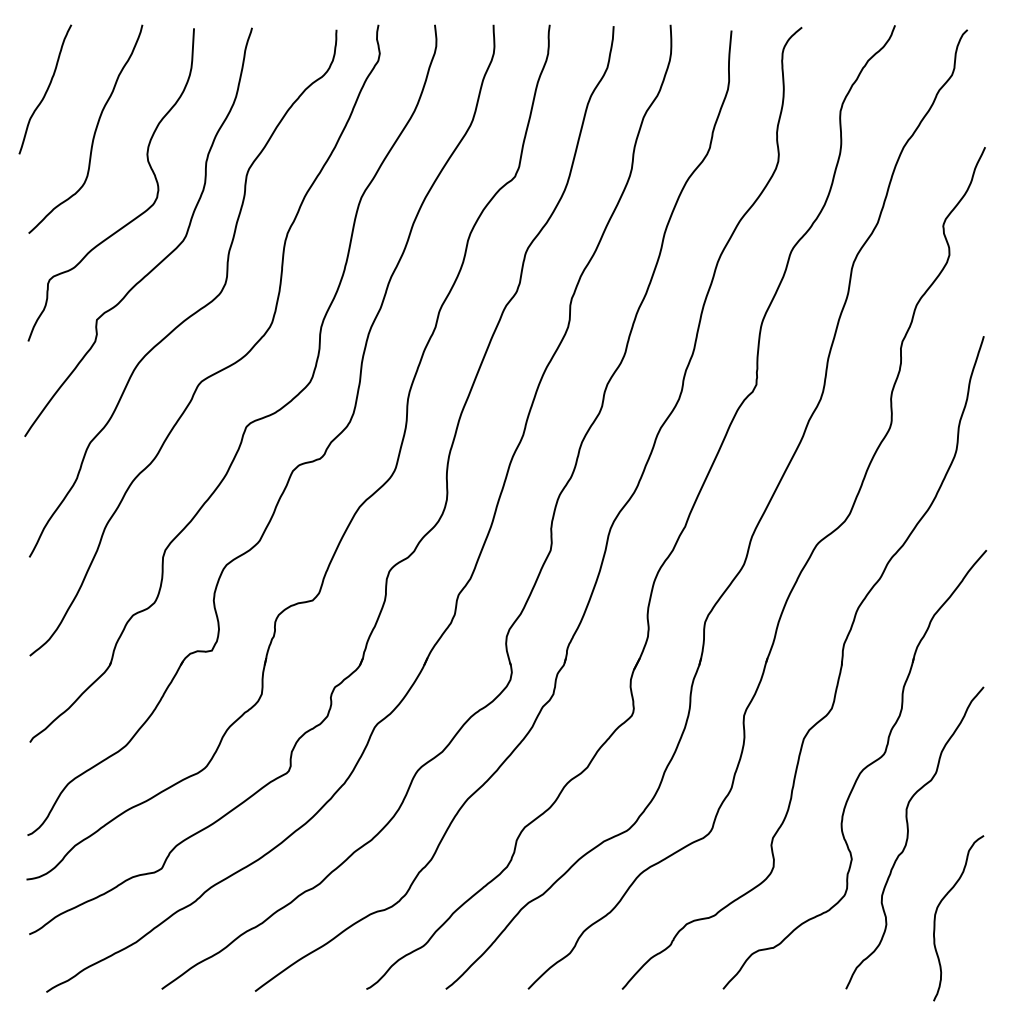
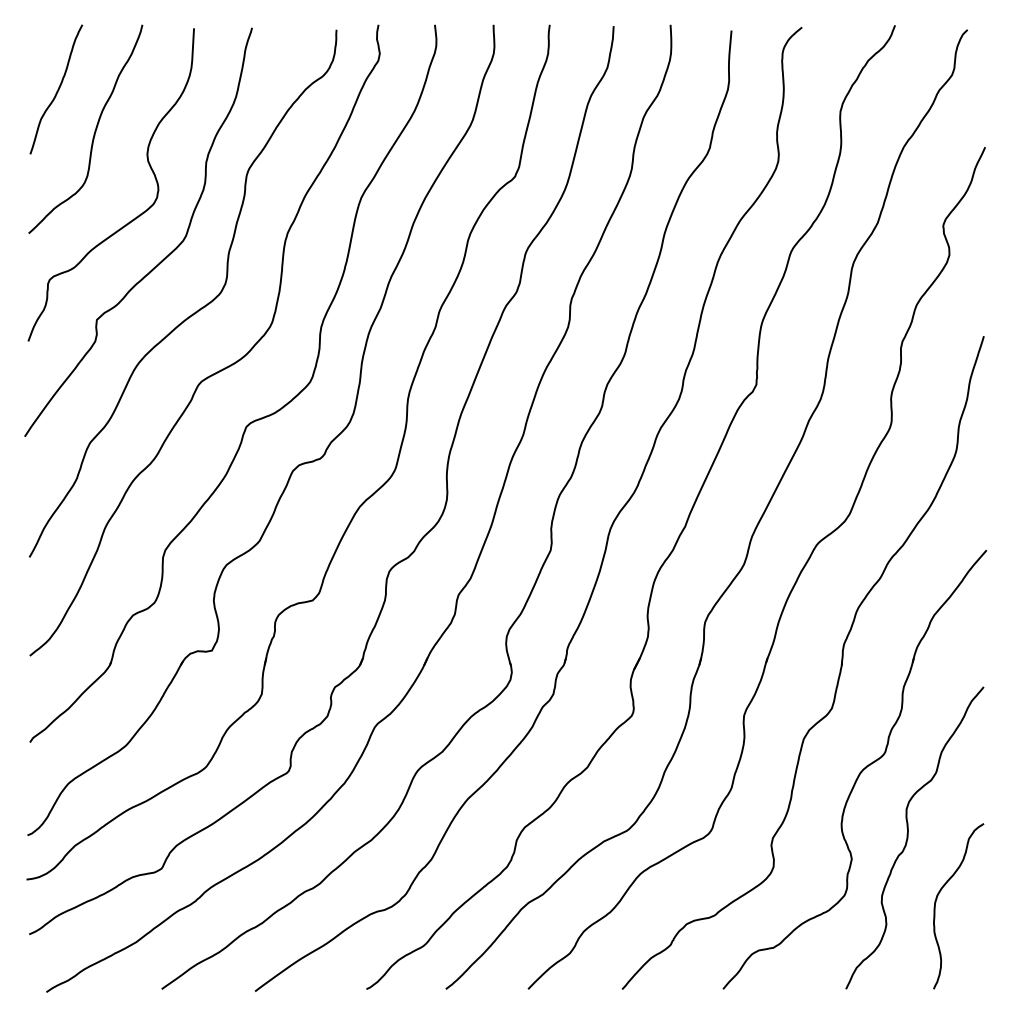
curve at (46, 89) position: (46, 89) -> (57, 89)
curve at (937, 911) position: (937, 911) -> (937, 899)
